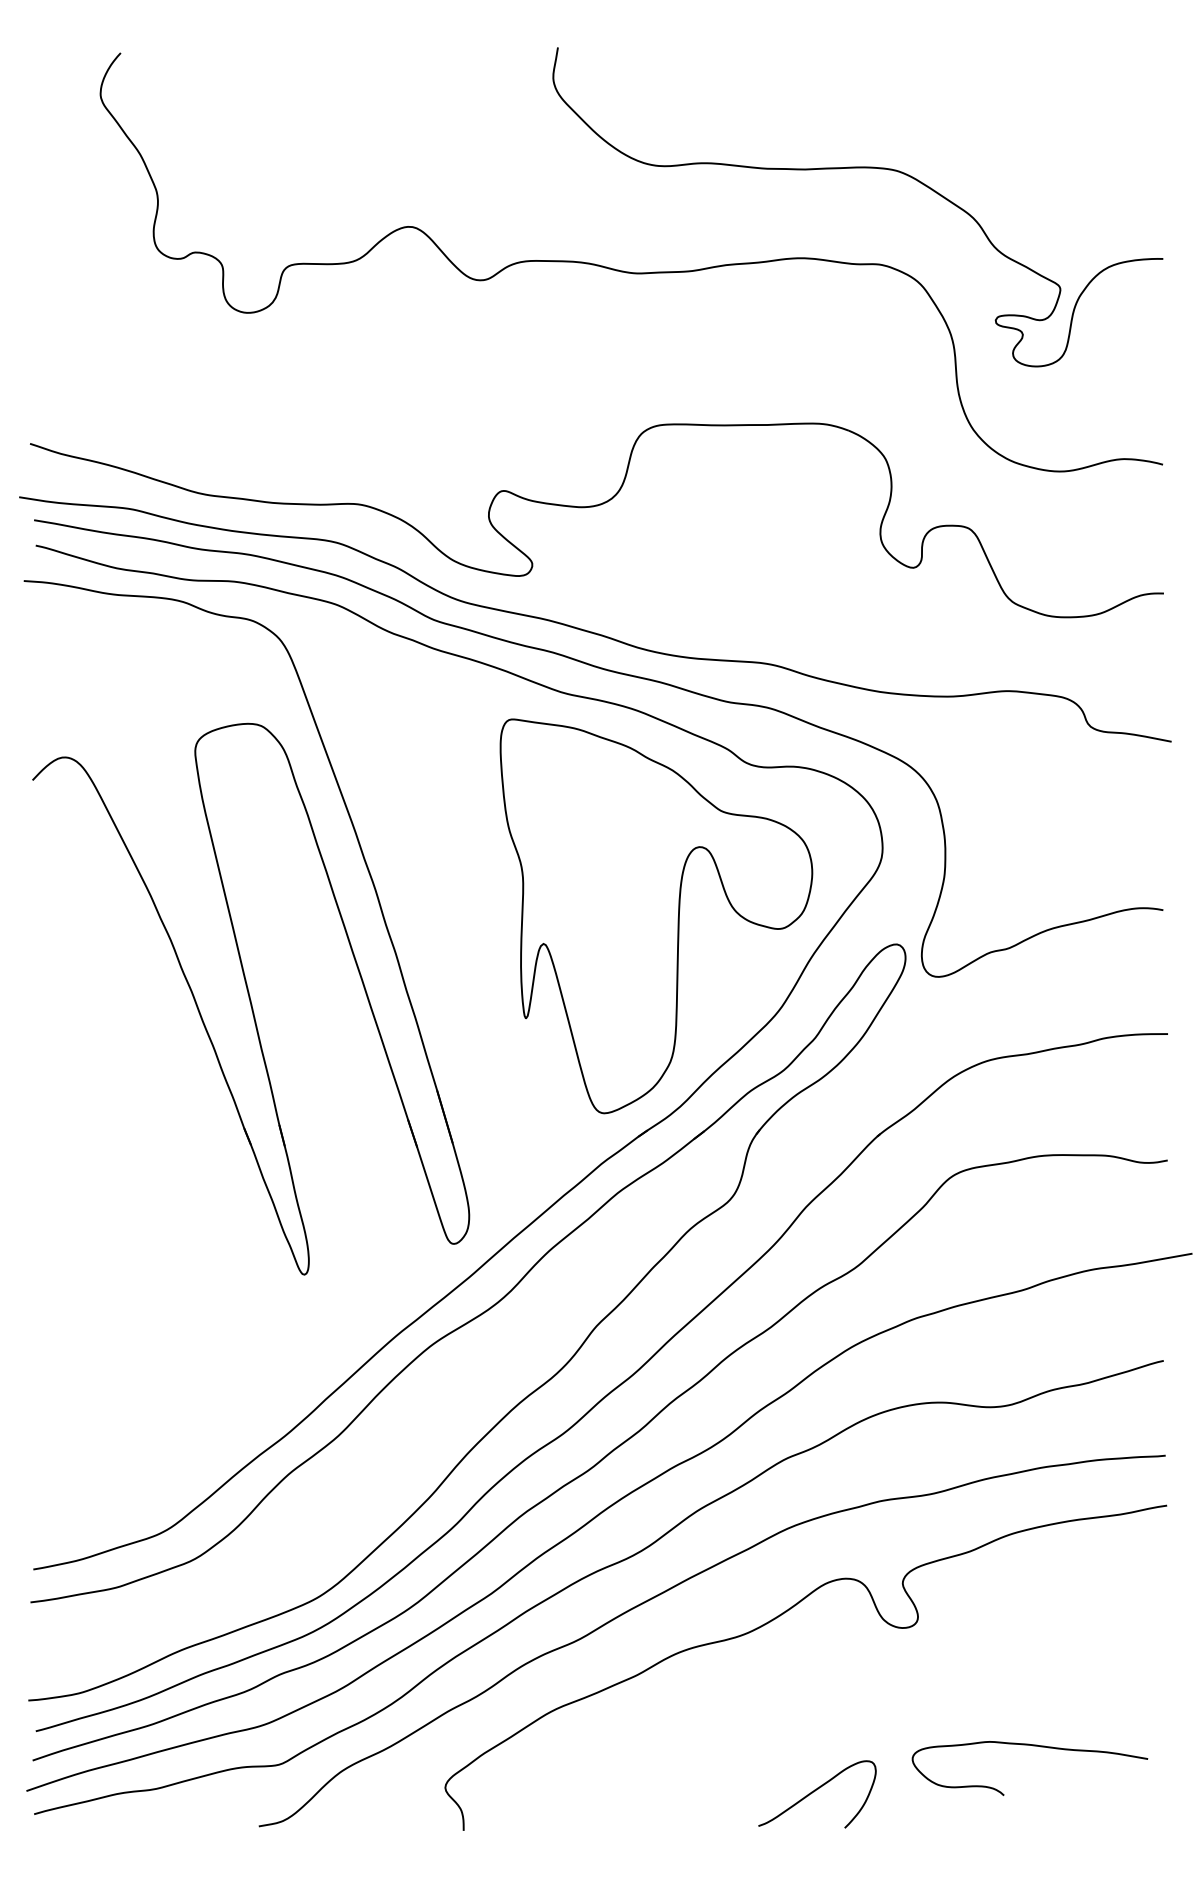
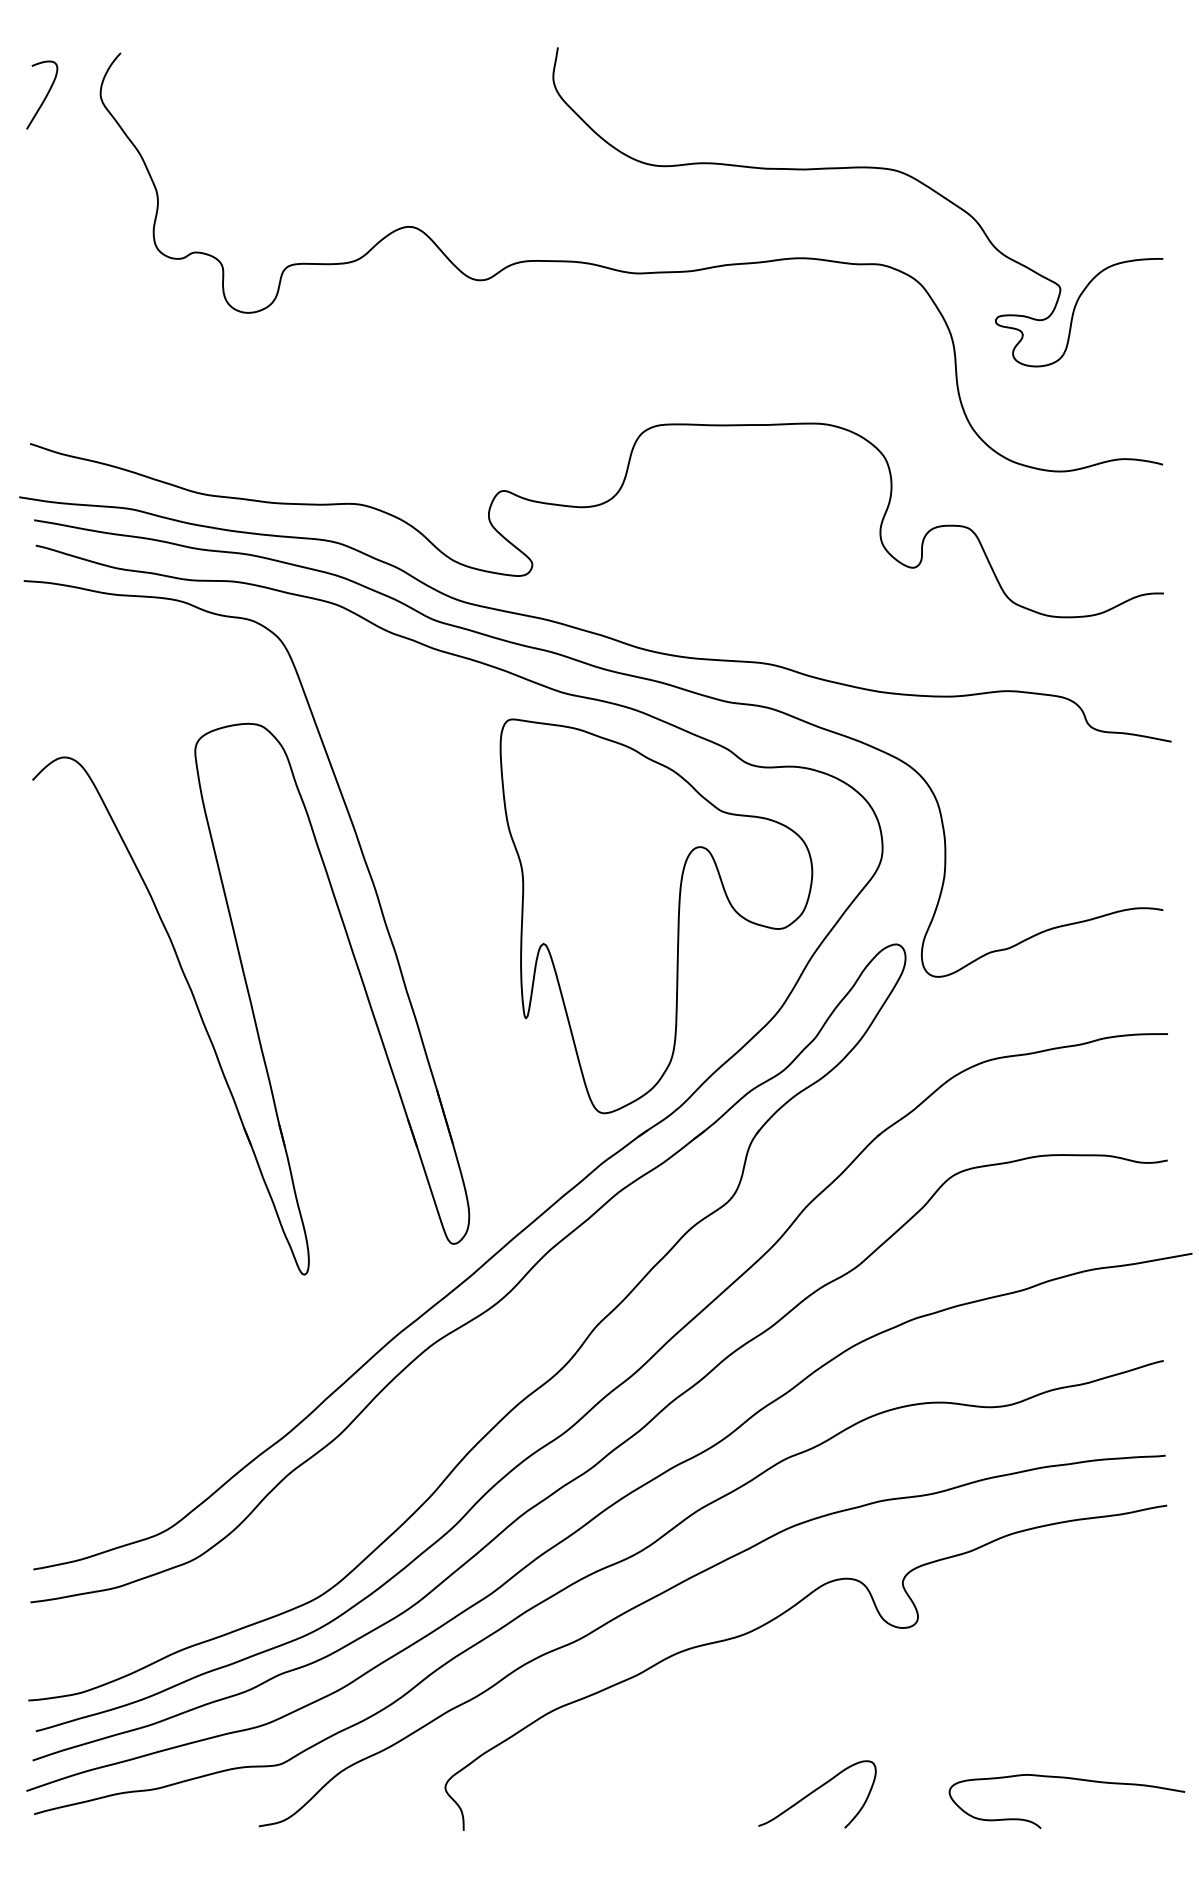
curve at (45, 95): none -> present
curve at (1032, 1746) position: (1032, 1746) -> (1069, 1779)
